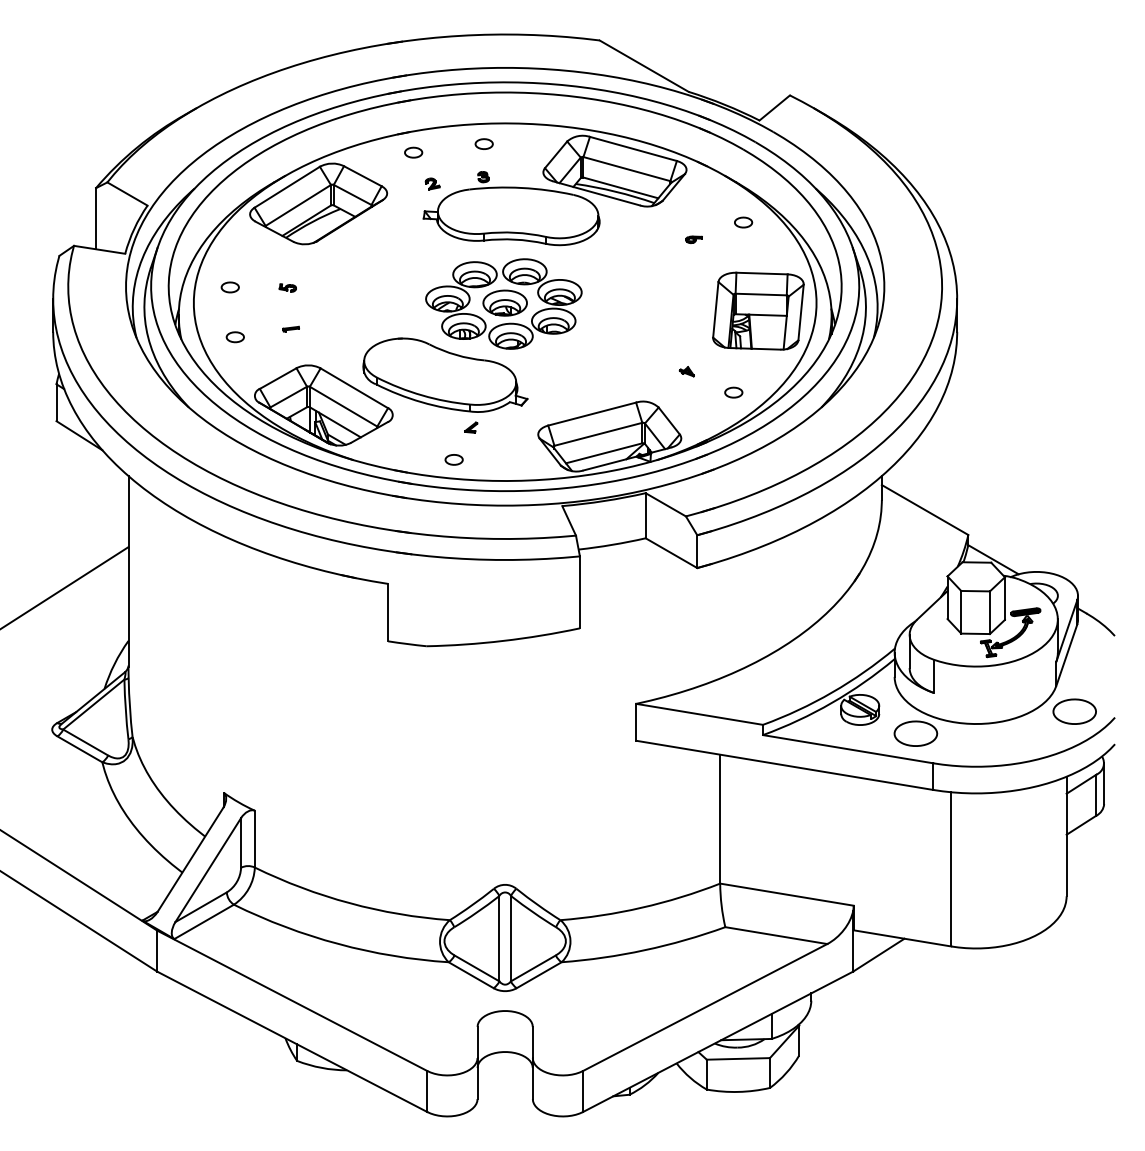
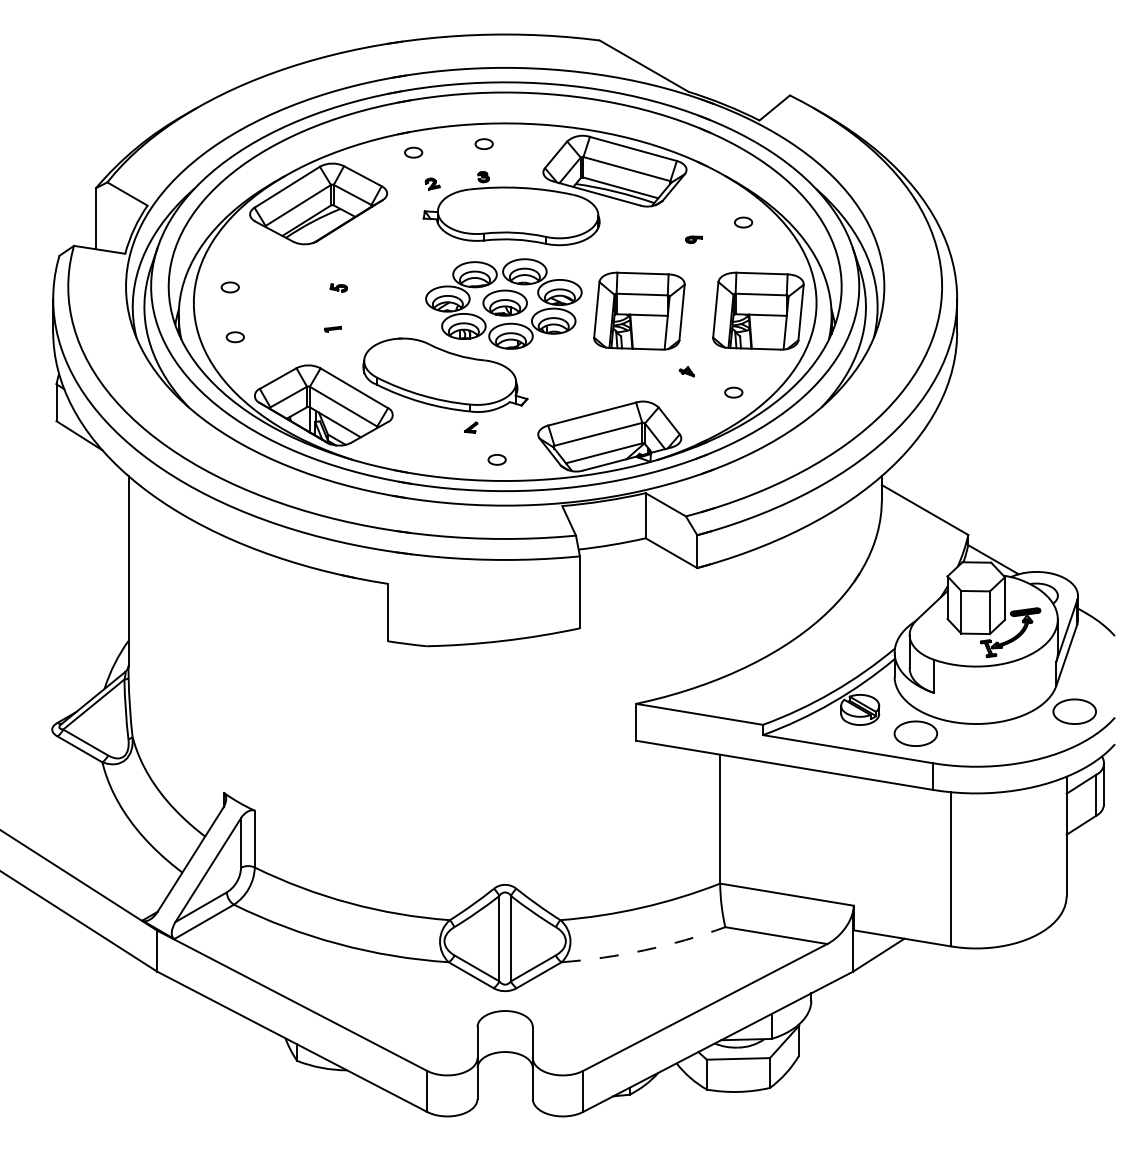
part at (287, 287) position: (287, 287) -> (338, 287)
part at (639, 310): none -> present
part at (290, 328) position: (290, 328) -> (332, 328)
part at (453, 459) position: (453, 459) -> (496, 459)
line at (65, 587): present -> none
arc at (644, 950): solid -> dashed
